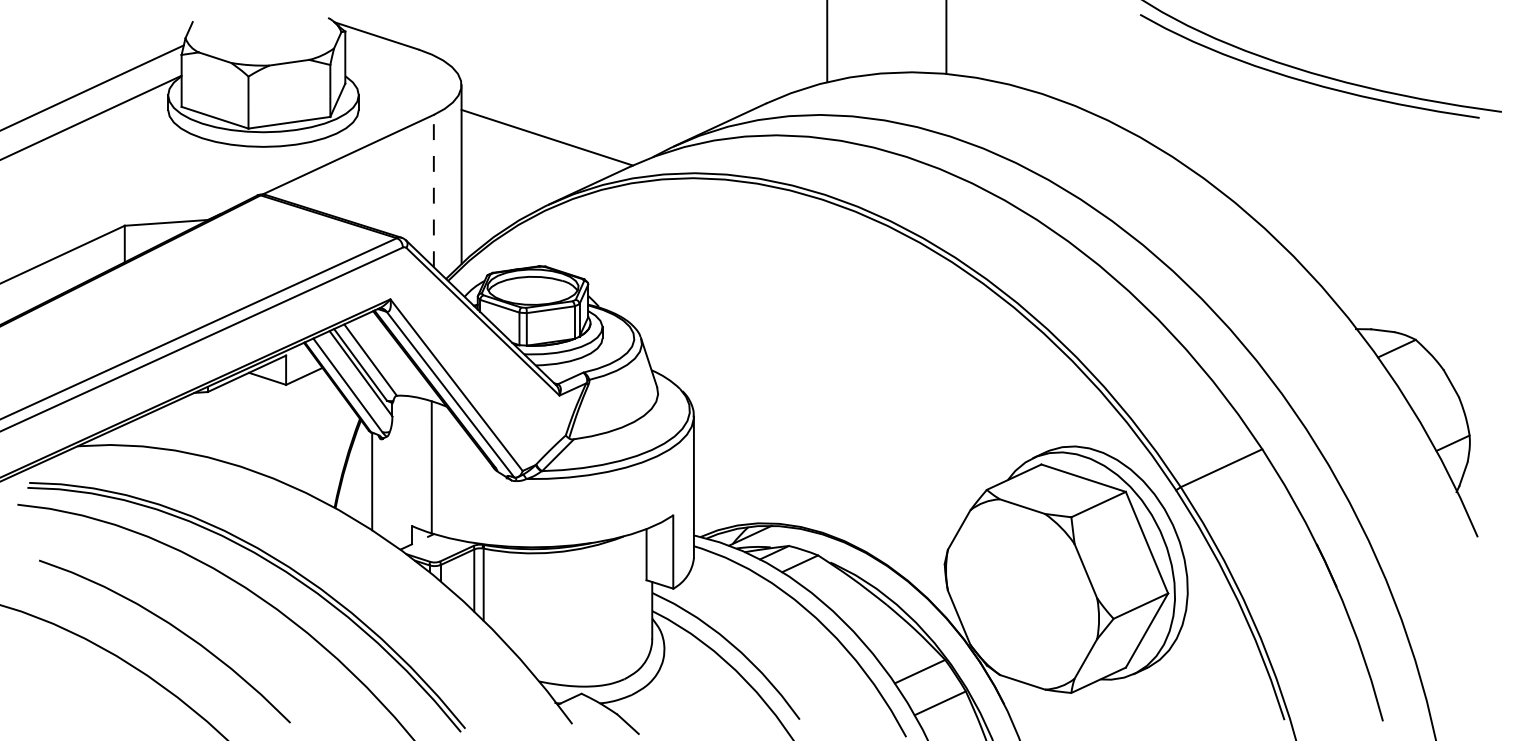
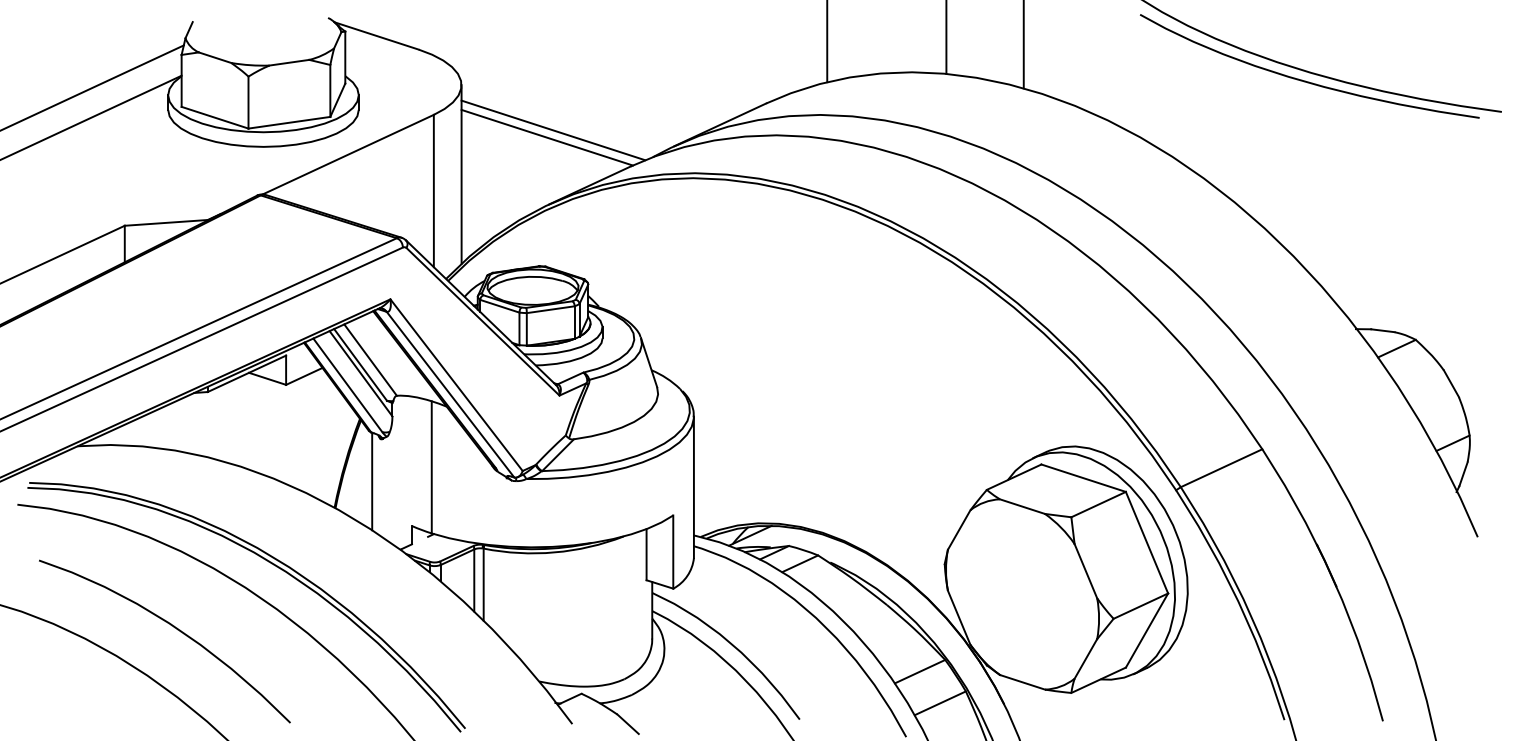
line at (1023, 45): none -> present
line at (553, 130): none -> present
line at (433, 190): dashed -> solid
